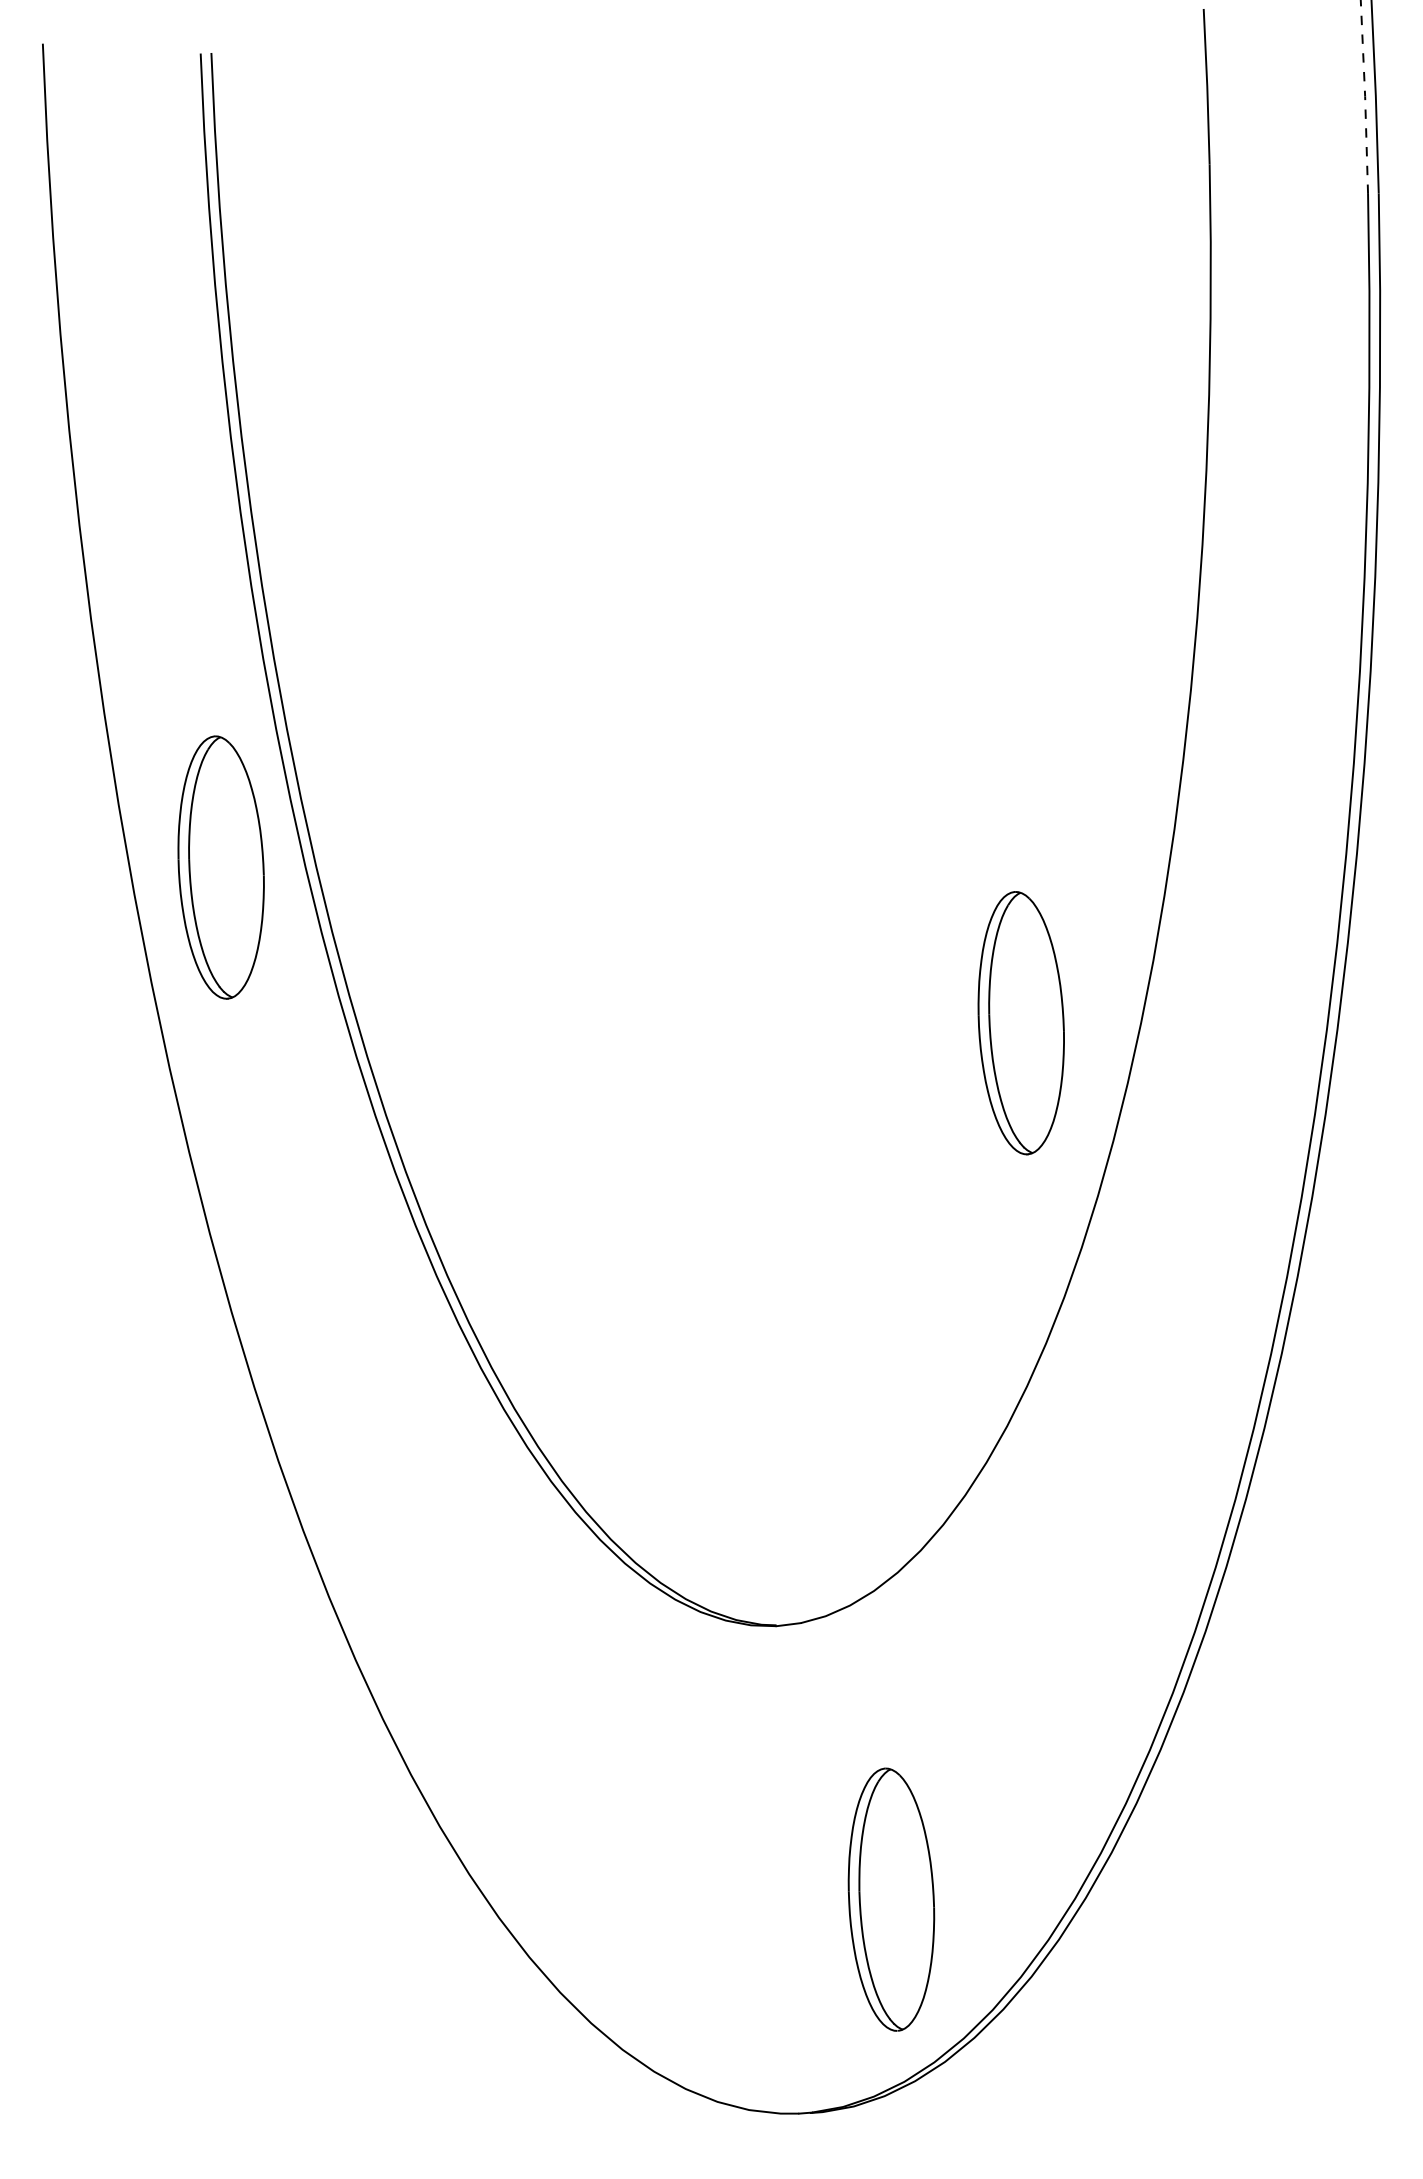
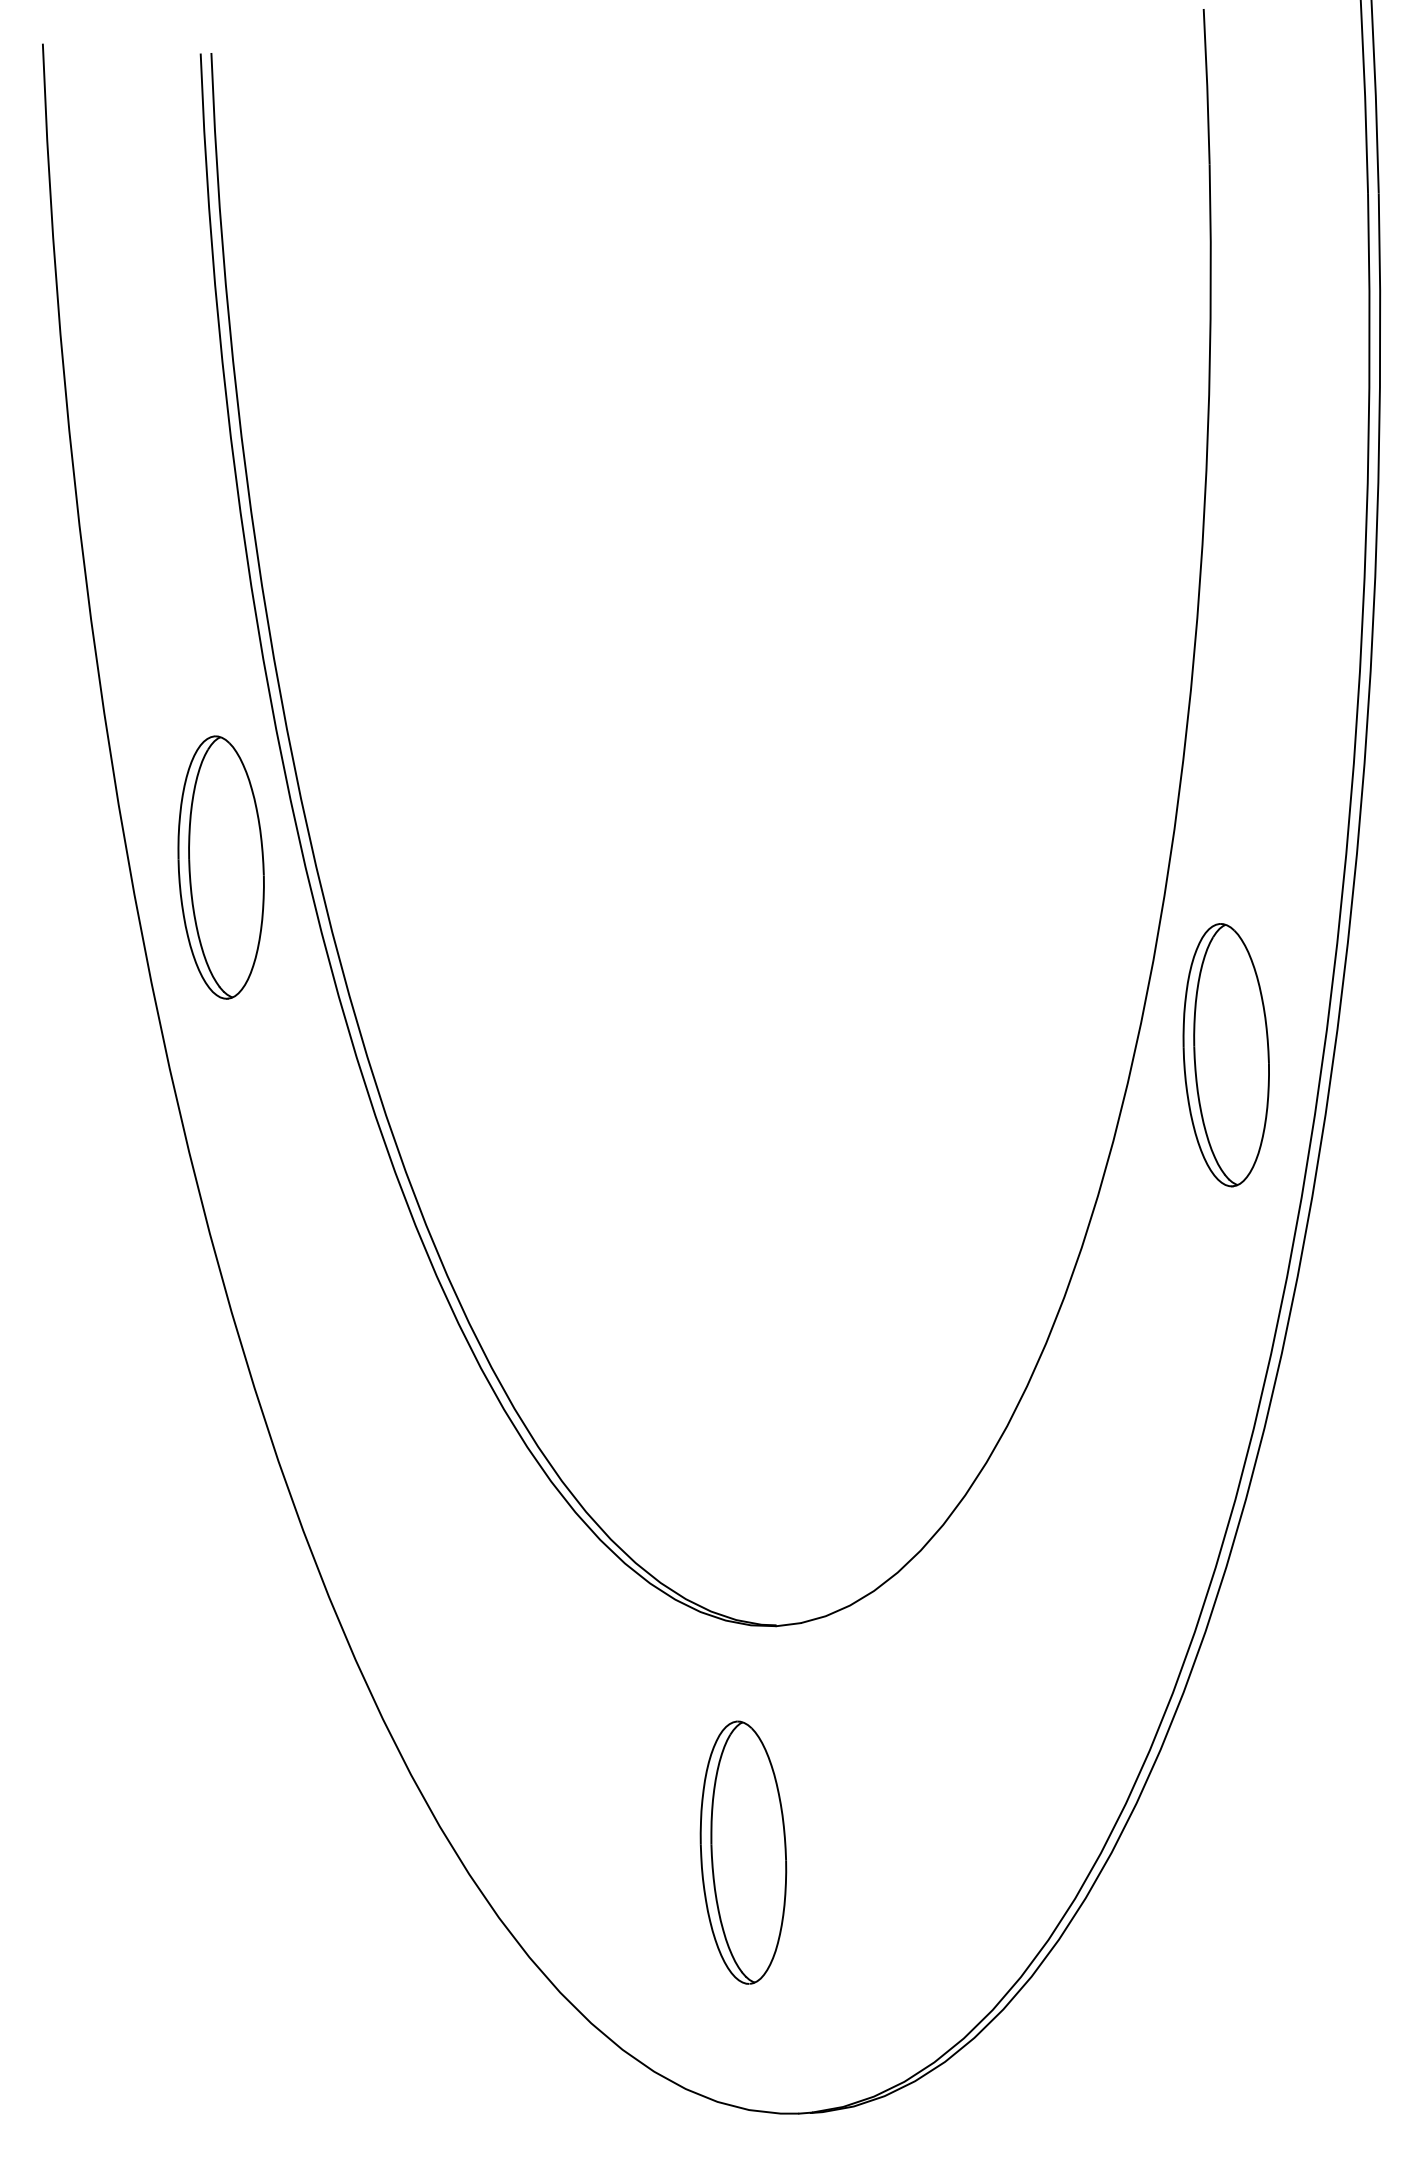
line at (1365, 96): dashed -> solid
part at (1020, 1023) position: (1020, 1023) -> (1225, 1055)
part at (891, 1899) position: (891, 1899) -> (743, 1852)
